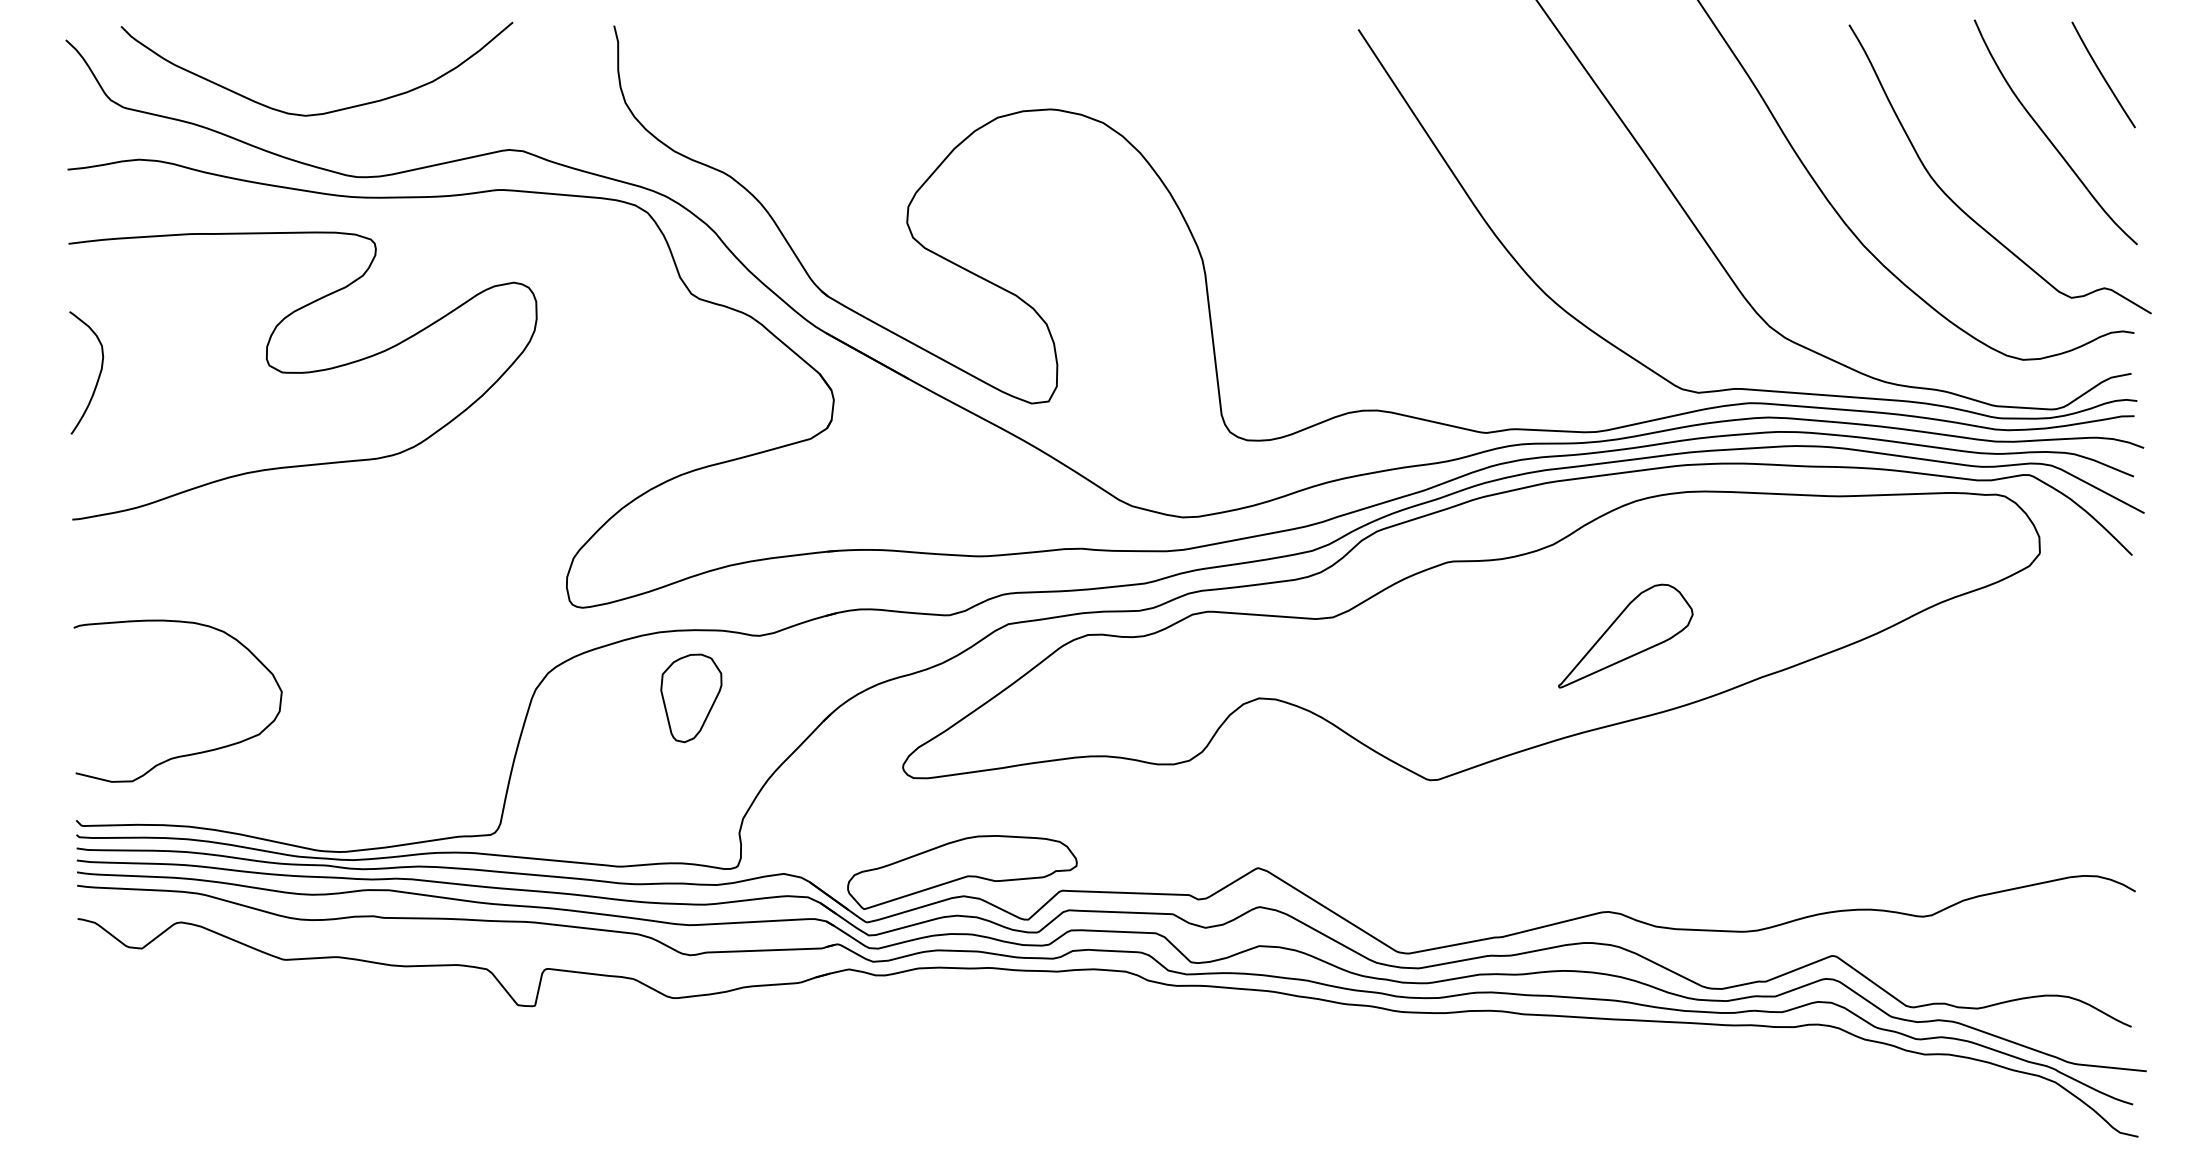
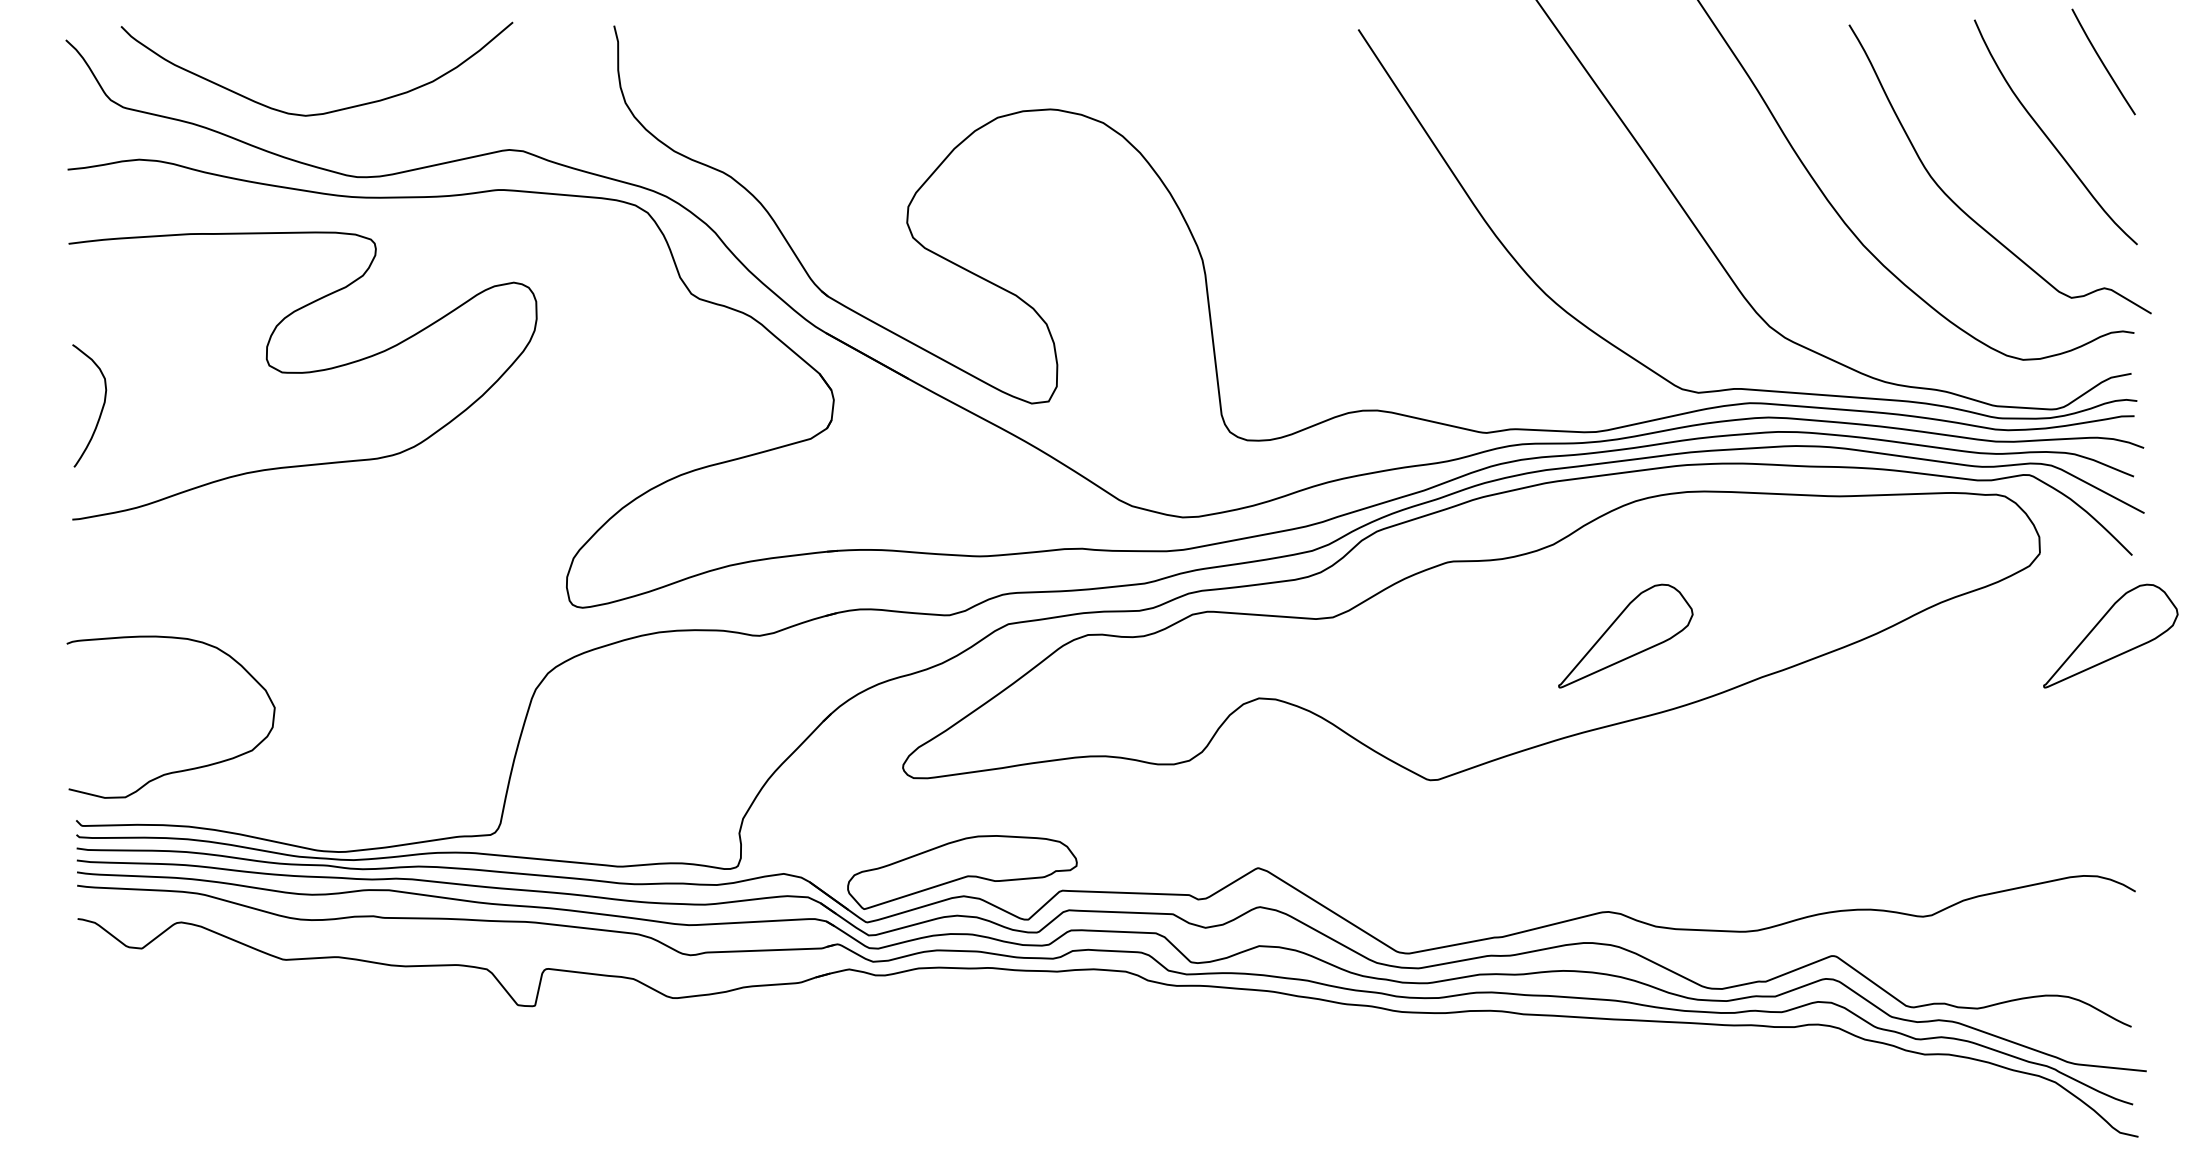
curve at (2102, 74) position: (2102, 74) -> (2102, 61)
curve at (98, 375) position: (98, 375) -> (101, 408)
part at (2110, 635): none -> present
part at (691, 698): present -> none
curve at (190, 753) position: (190, 753) -> (183, 769)
